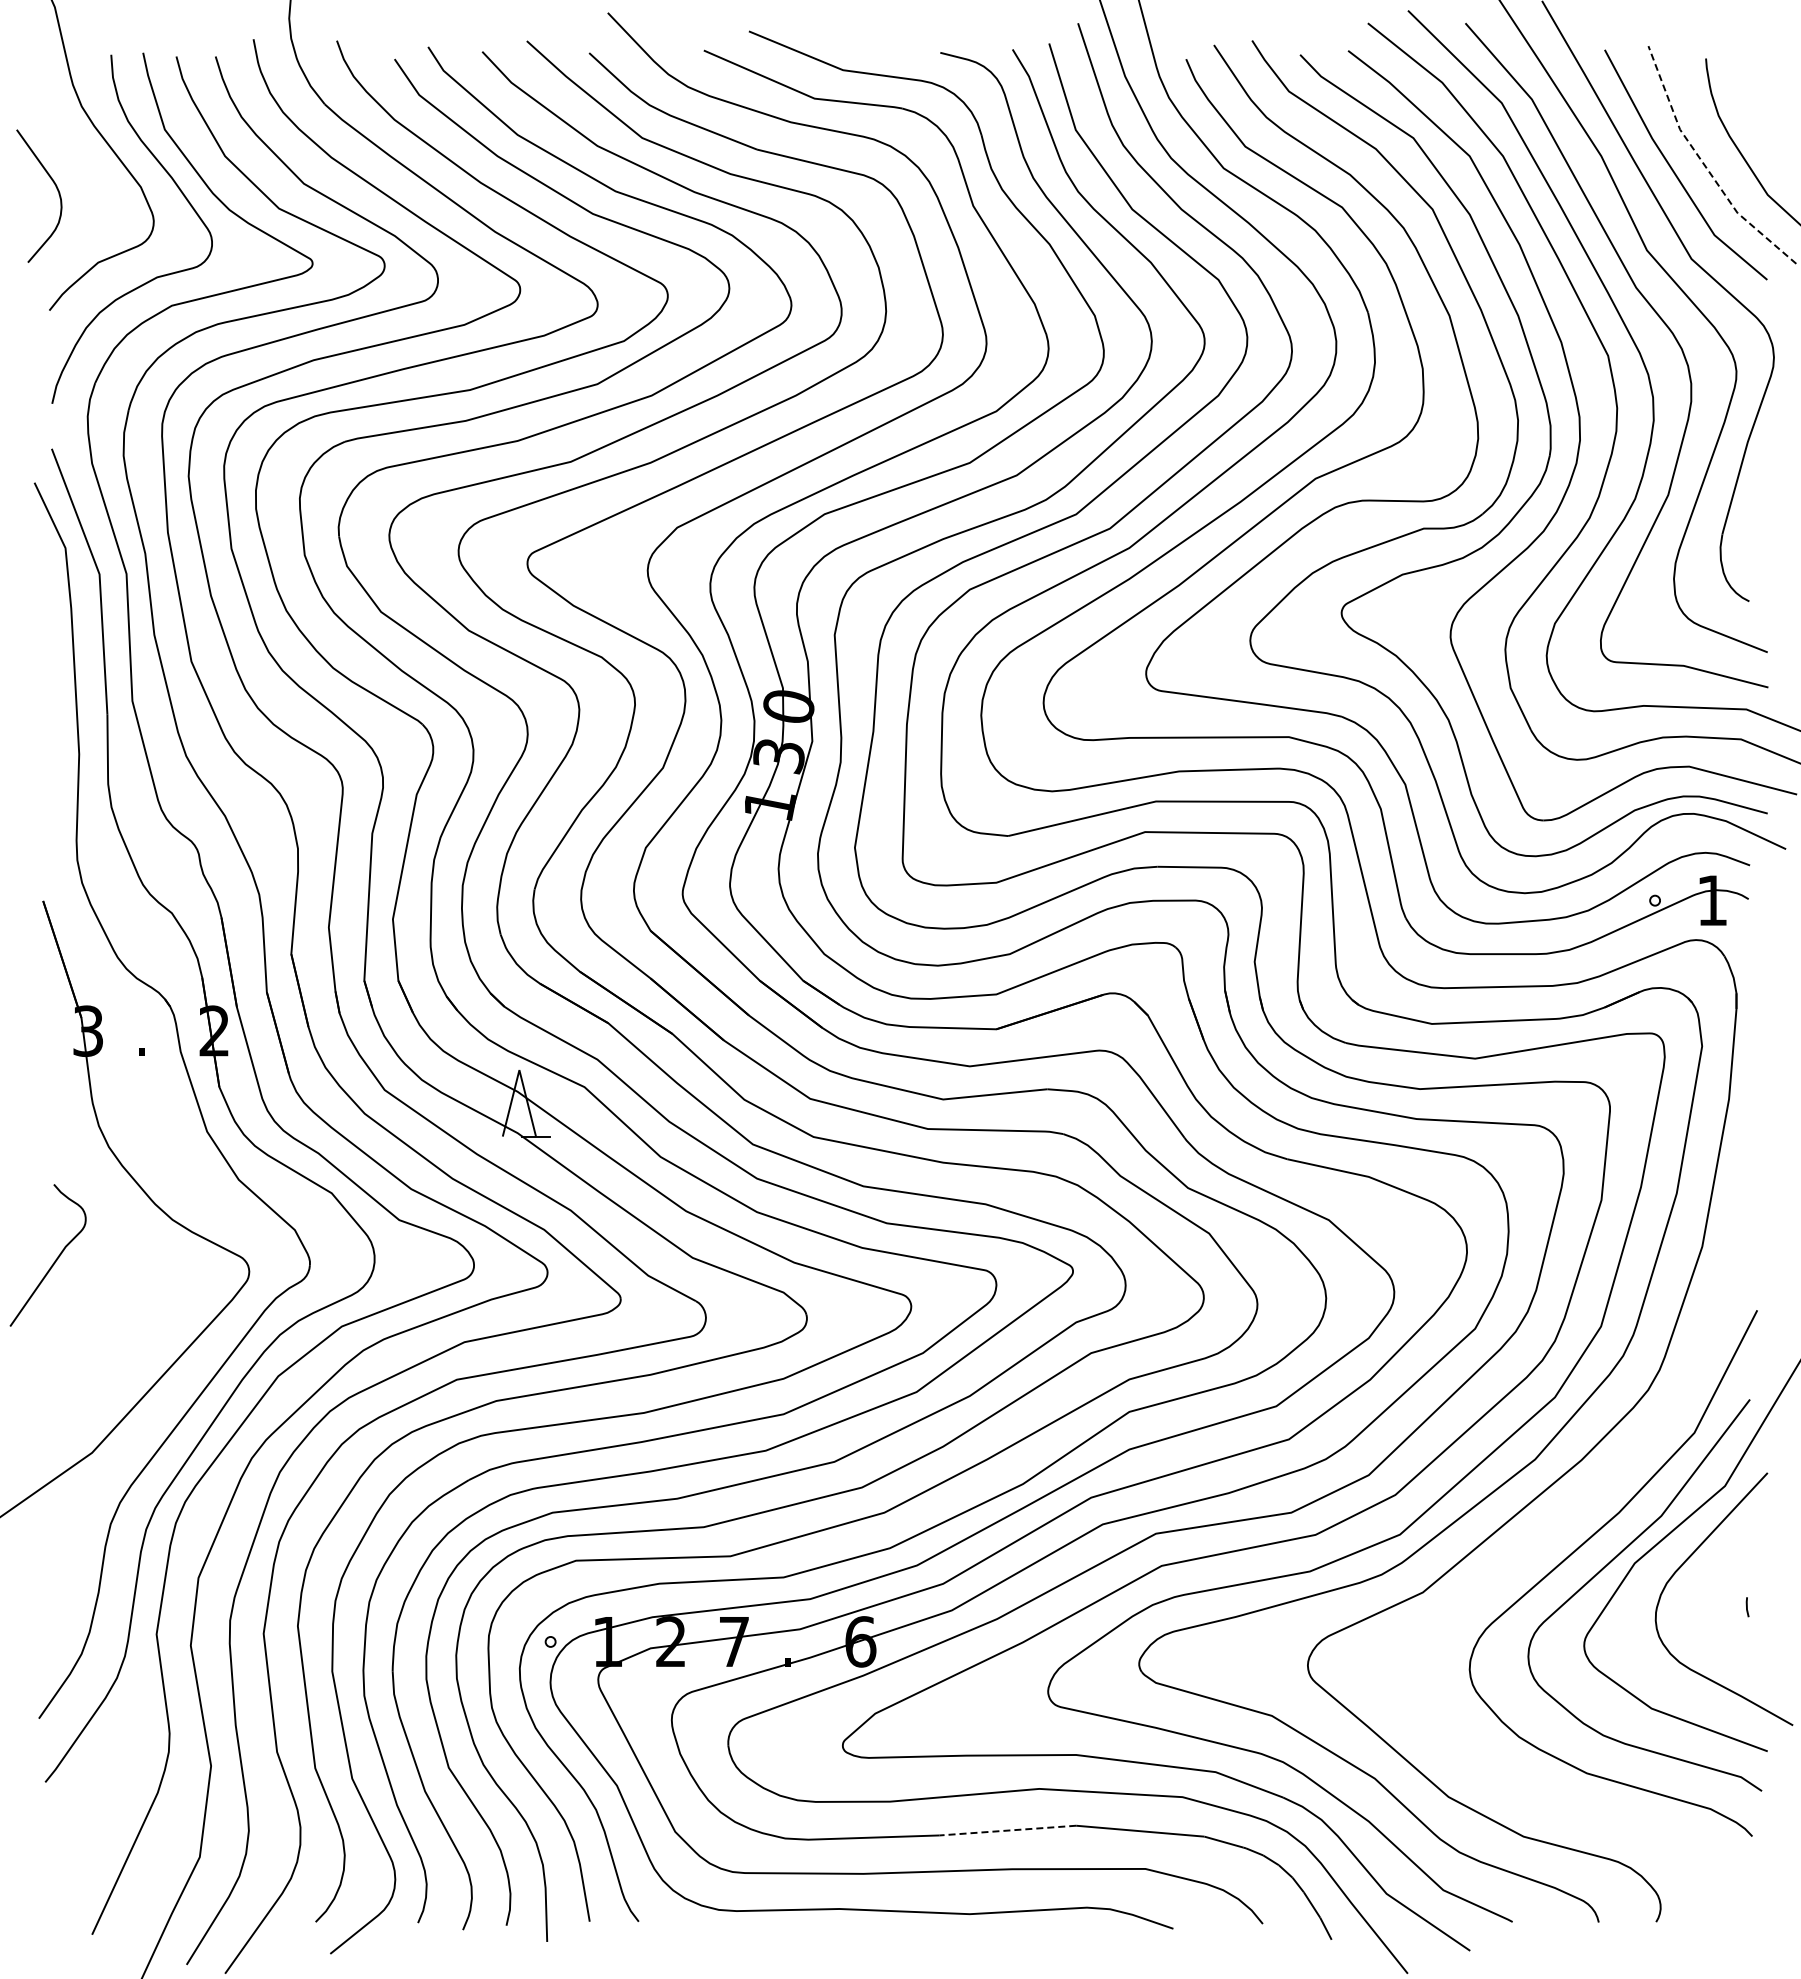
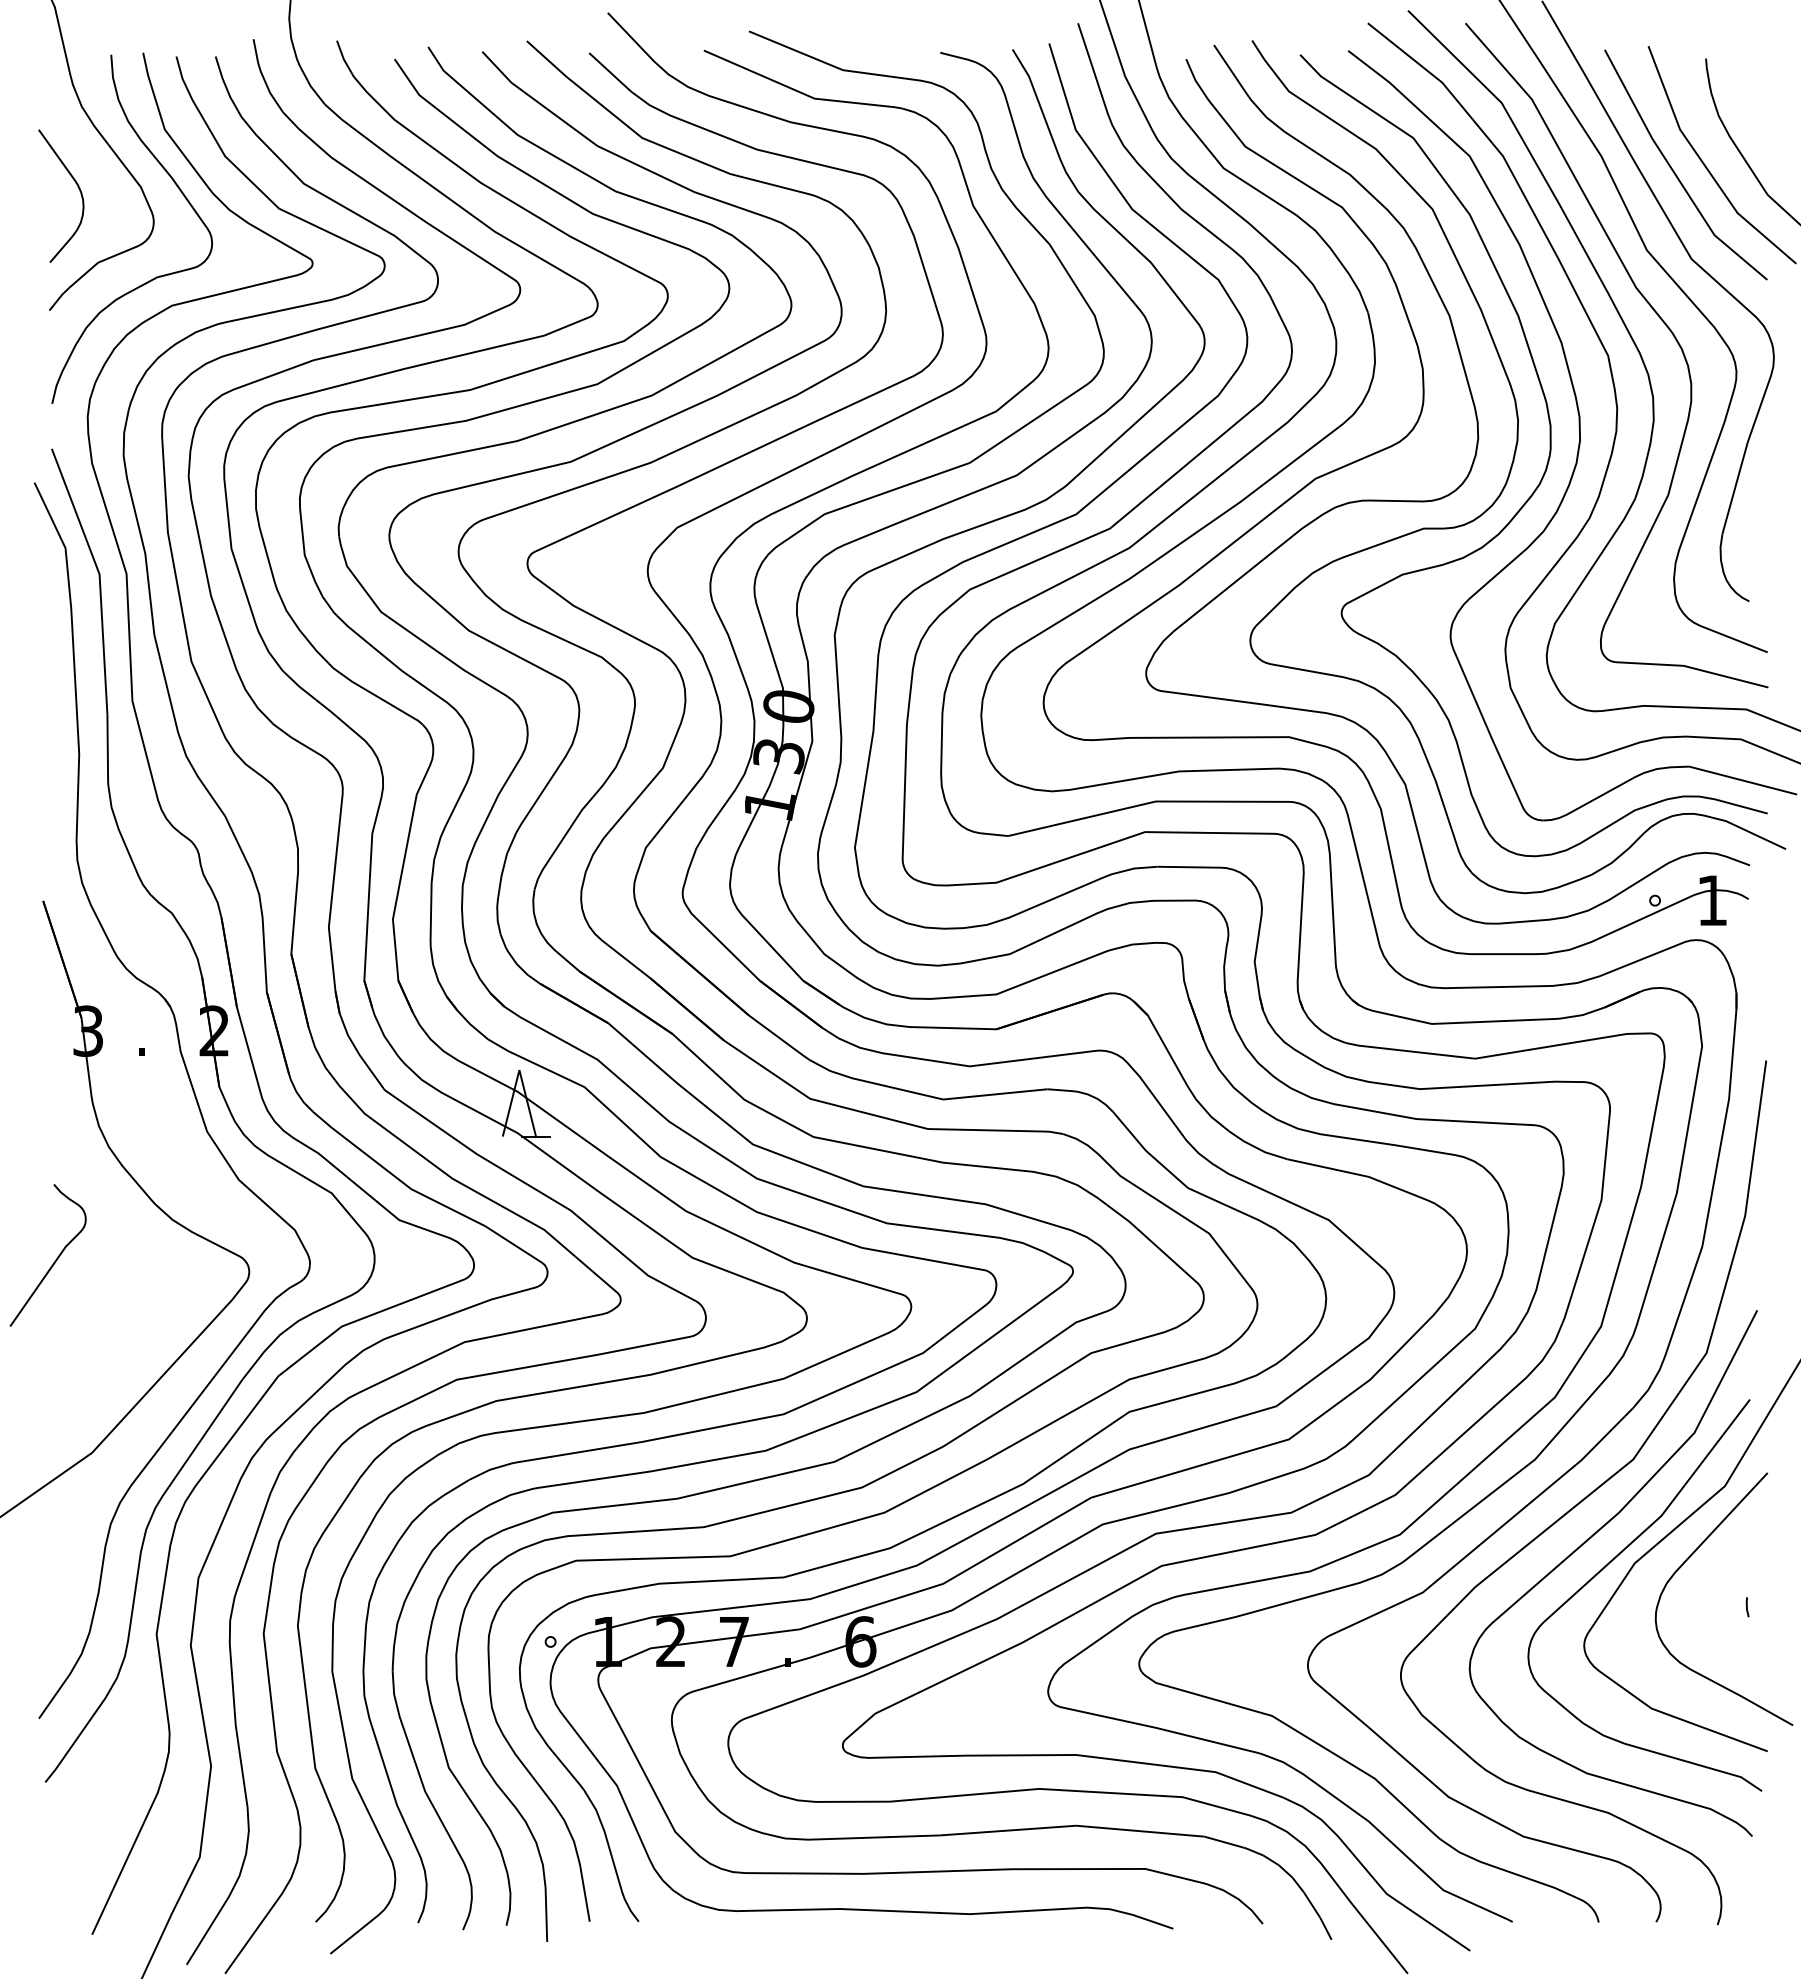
line at (1705, 166): dashed -> solid
curve at (56, 189) position: (56, 189) -> (78, 189)
curve at (1585, 1496): none -> present
line at (1007, 1830): dashed -> solid
